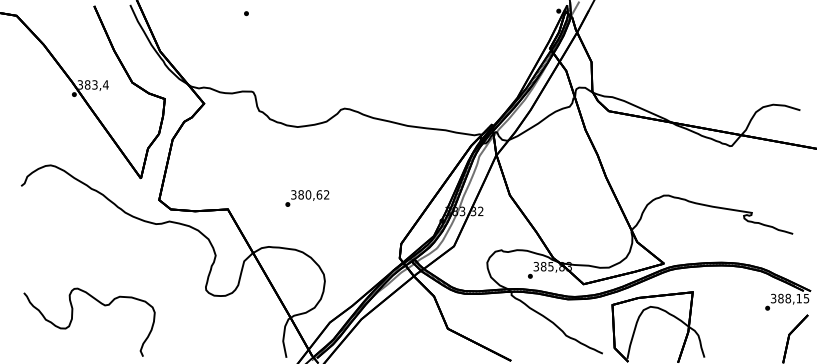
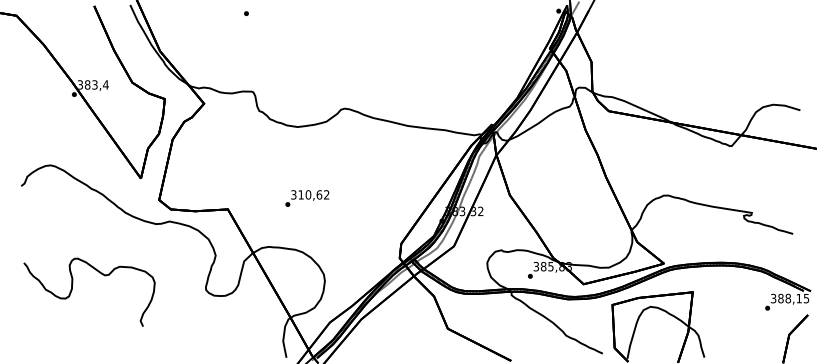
text at (300, 194): 380,62 -> 310,62
part at (72, 320) position: (72, 320) -> (72, 290)
